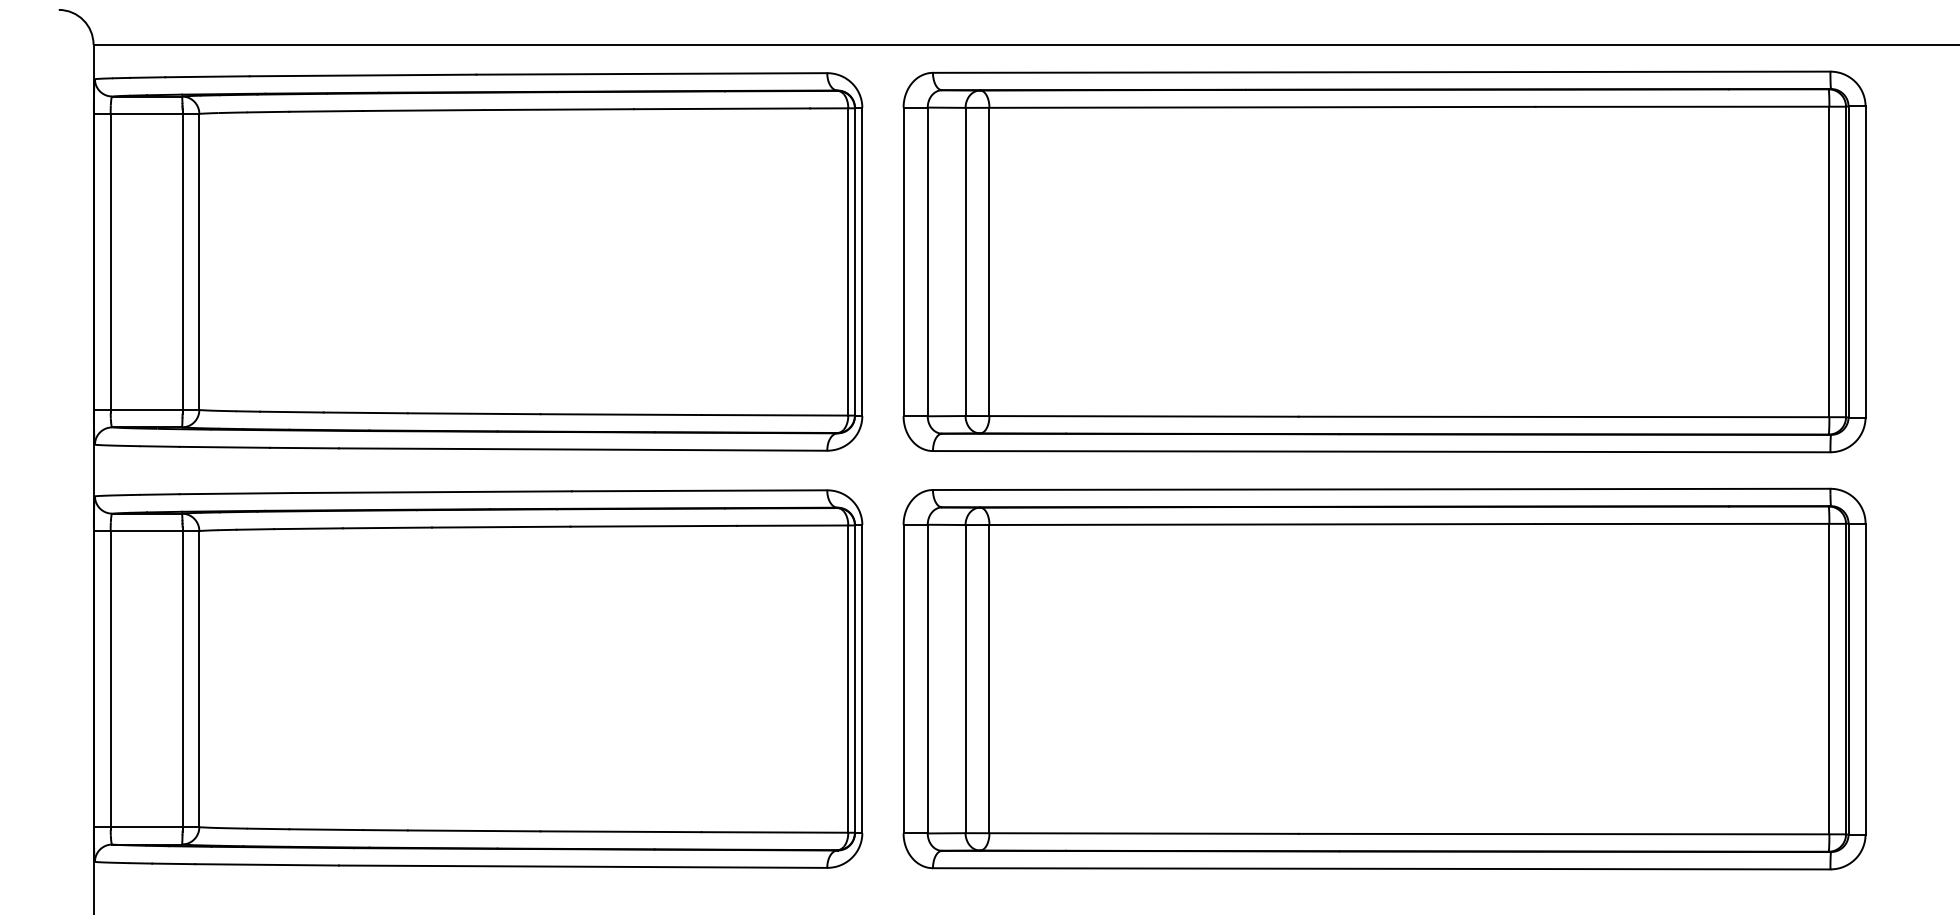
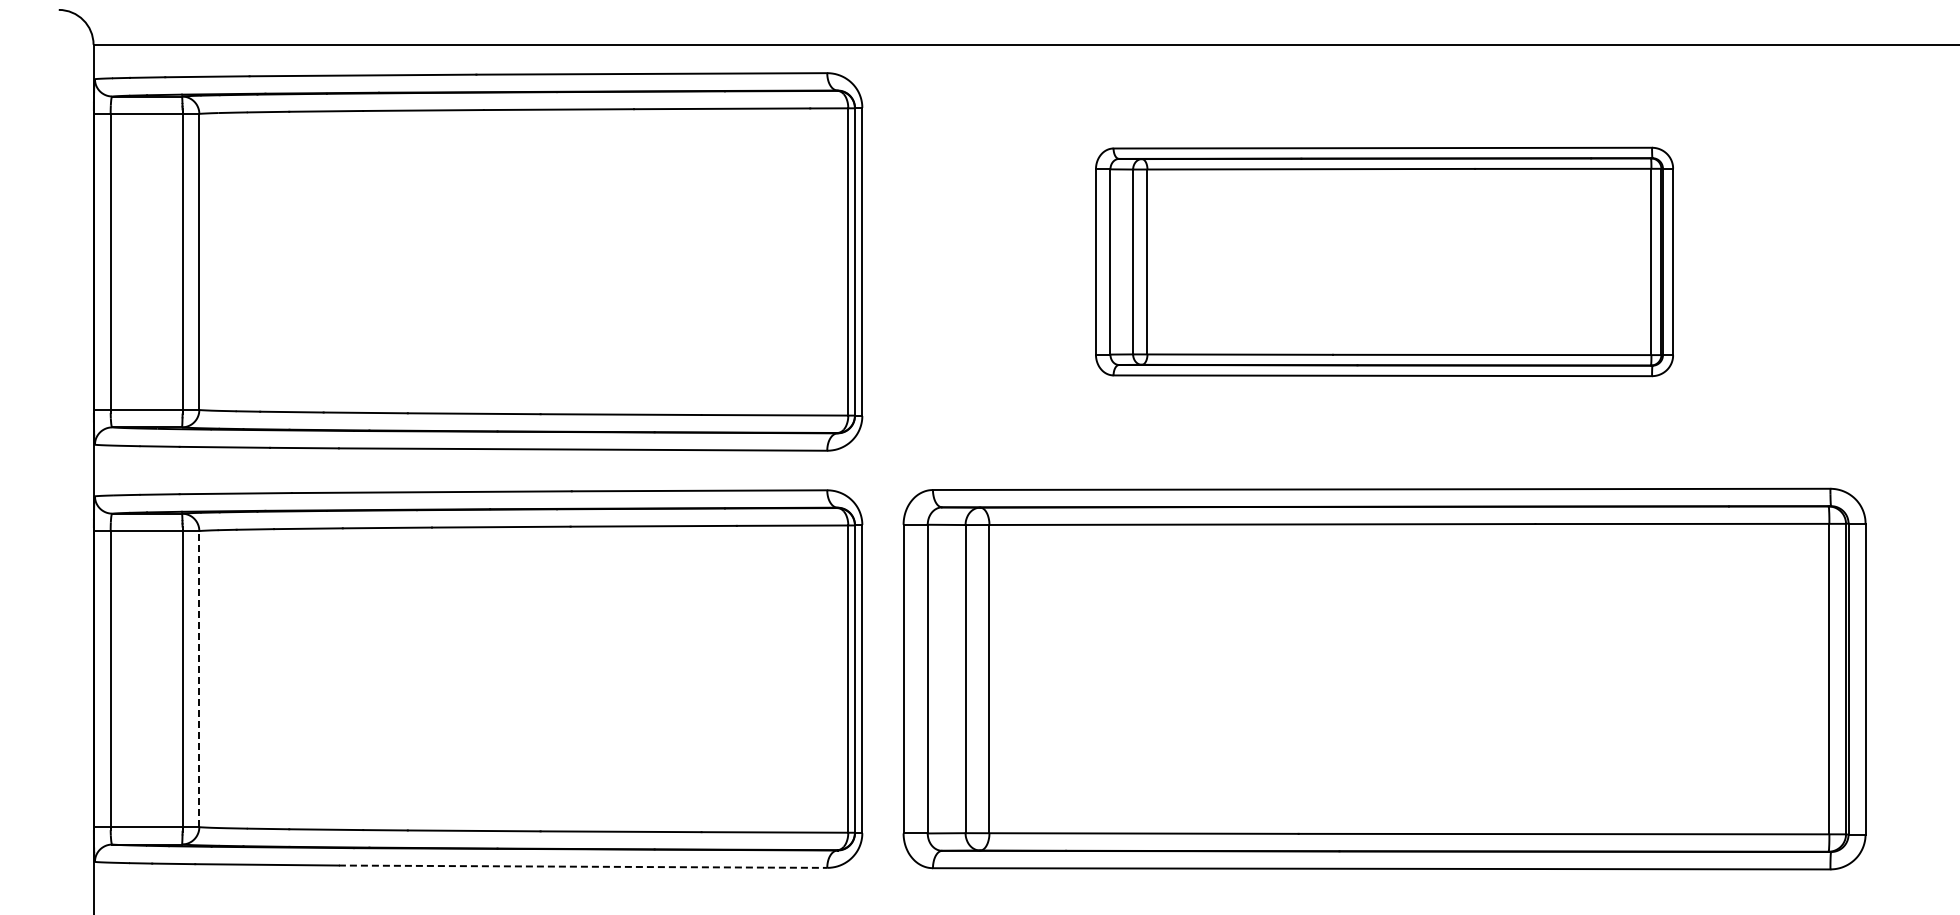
part at (1384, 261) size: 965x384 px -> 579x232 px
line at (199, 678): solid -> dashed
line at (583, 866): solid -> dashed
